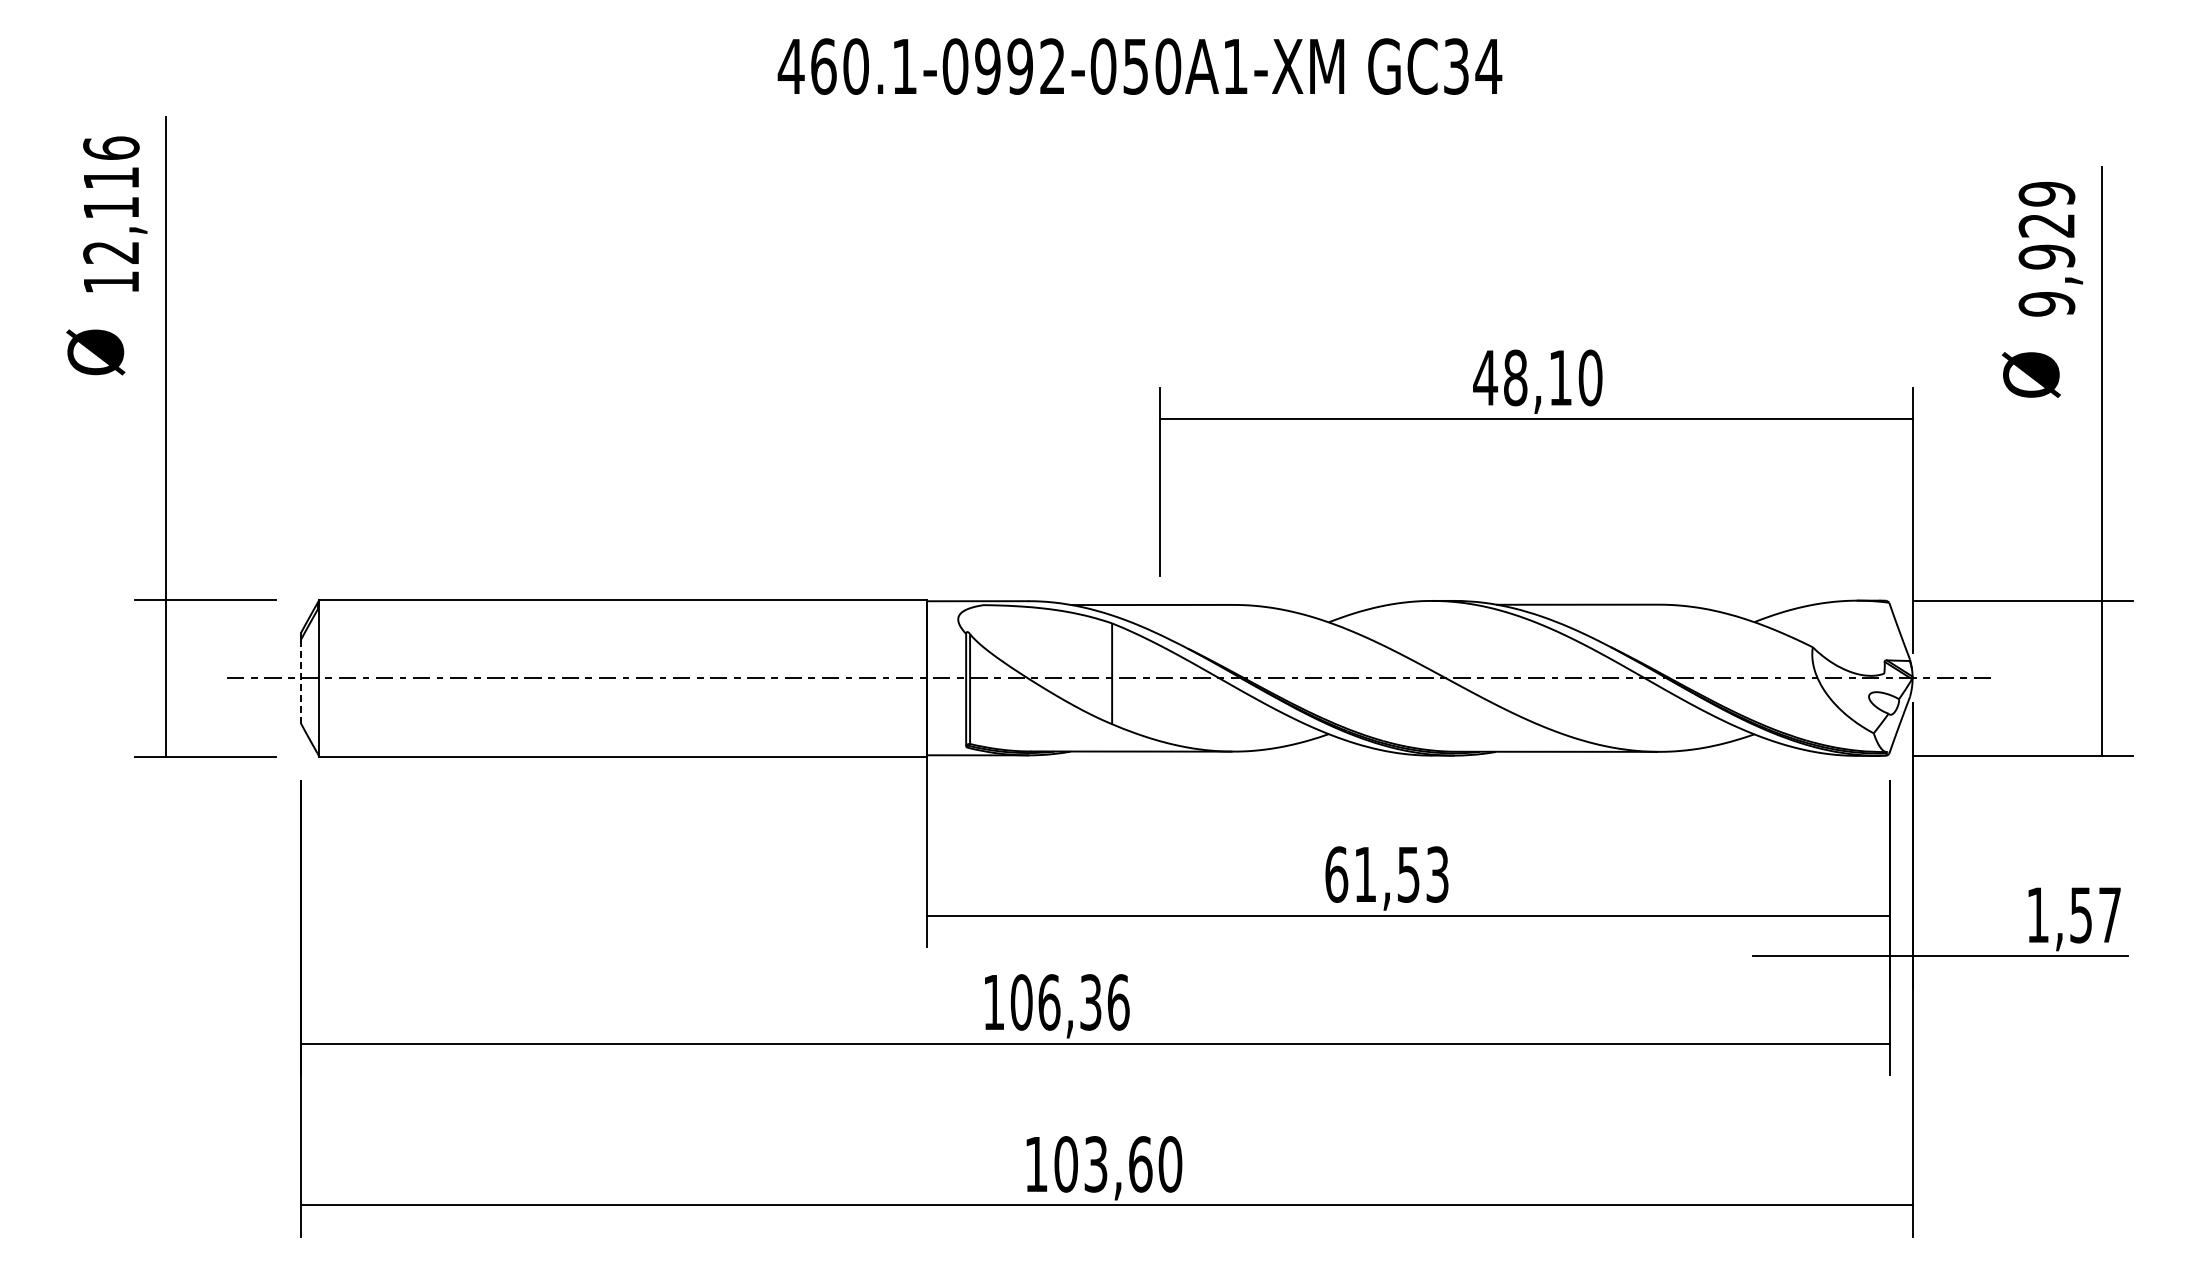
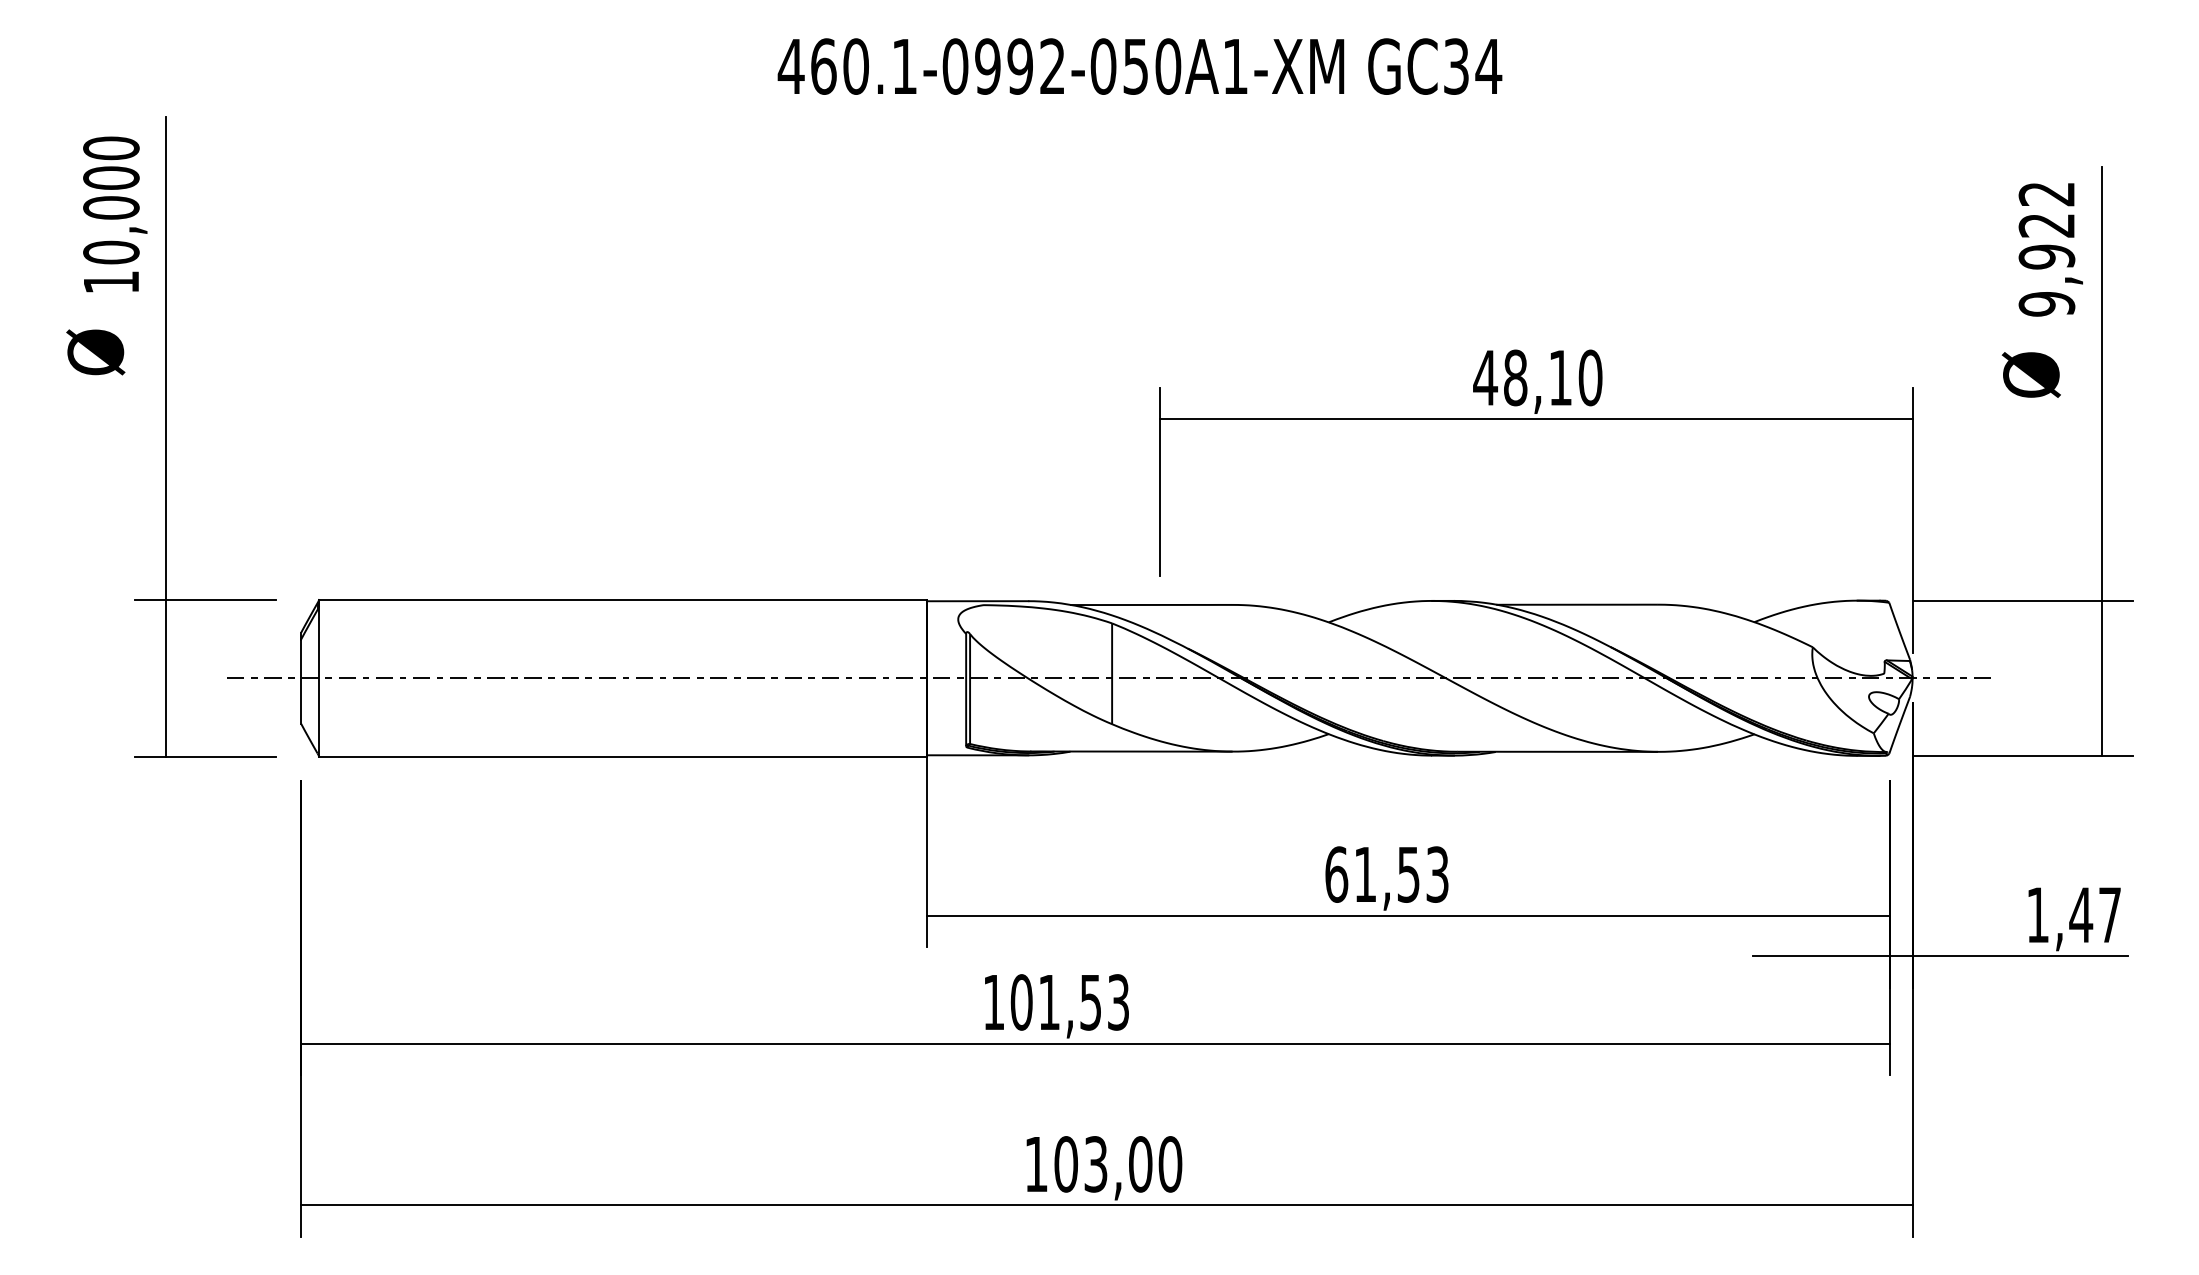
text at (2046, 193): 9,929 -> 9,922
text at (111, 200): 12,116 -> 10,000
line at (301, 682): dashed -> solid
text at (2081, 915): 1,57 -> 1,47
text at (1083, 1002): 106,36 -> 101,53
text at (1140, 1164): 103,60 -> 103,00
